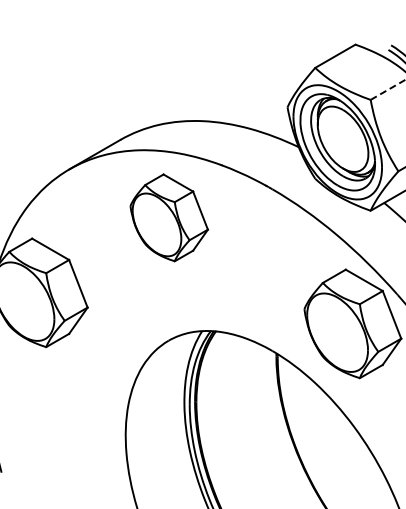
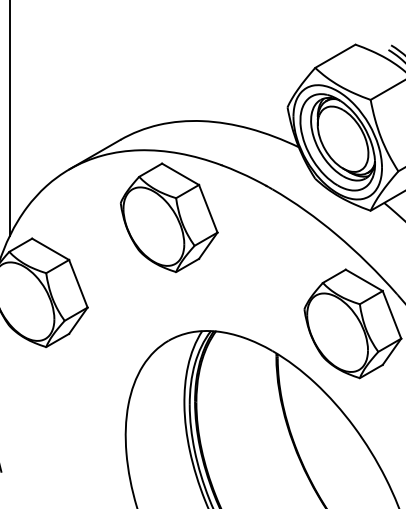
line at (388, 89): dashed -> solid
line at (9, 119): none -> present
part at (169, 217) size: 81x90 px -> 99x112 px
